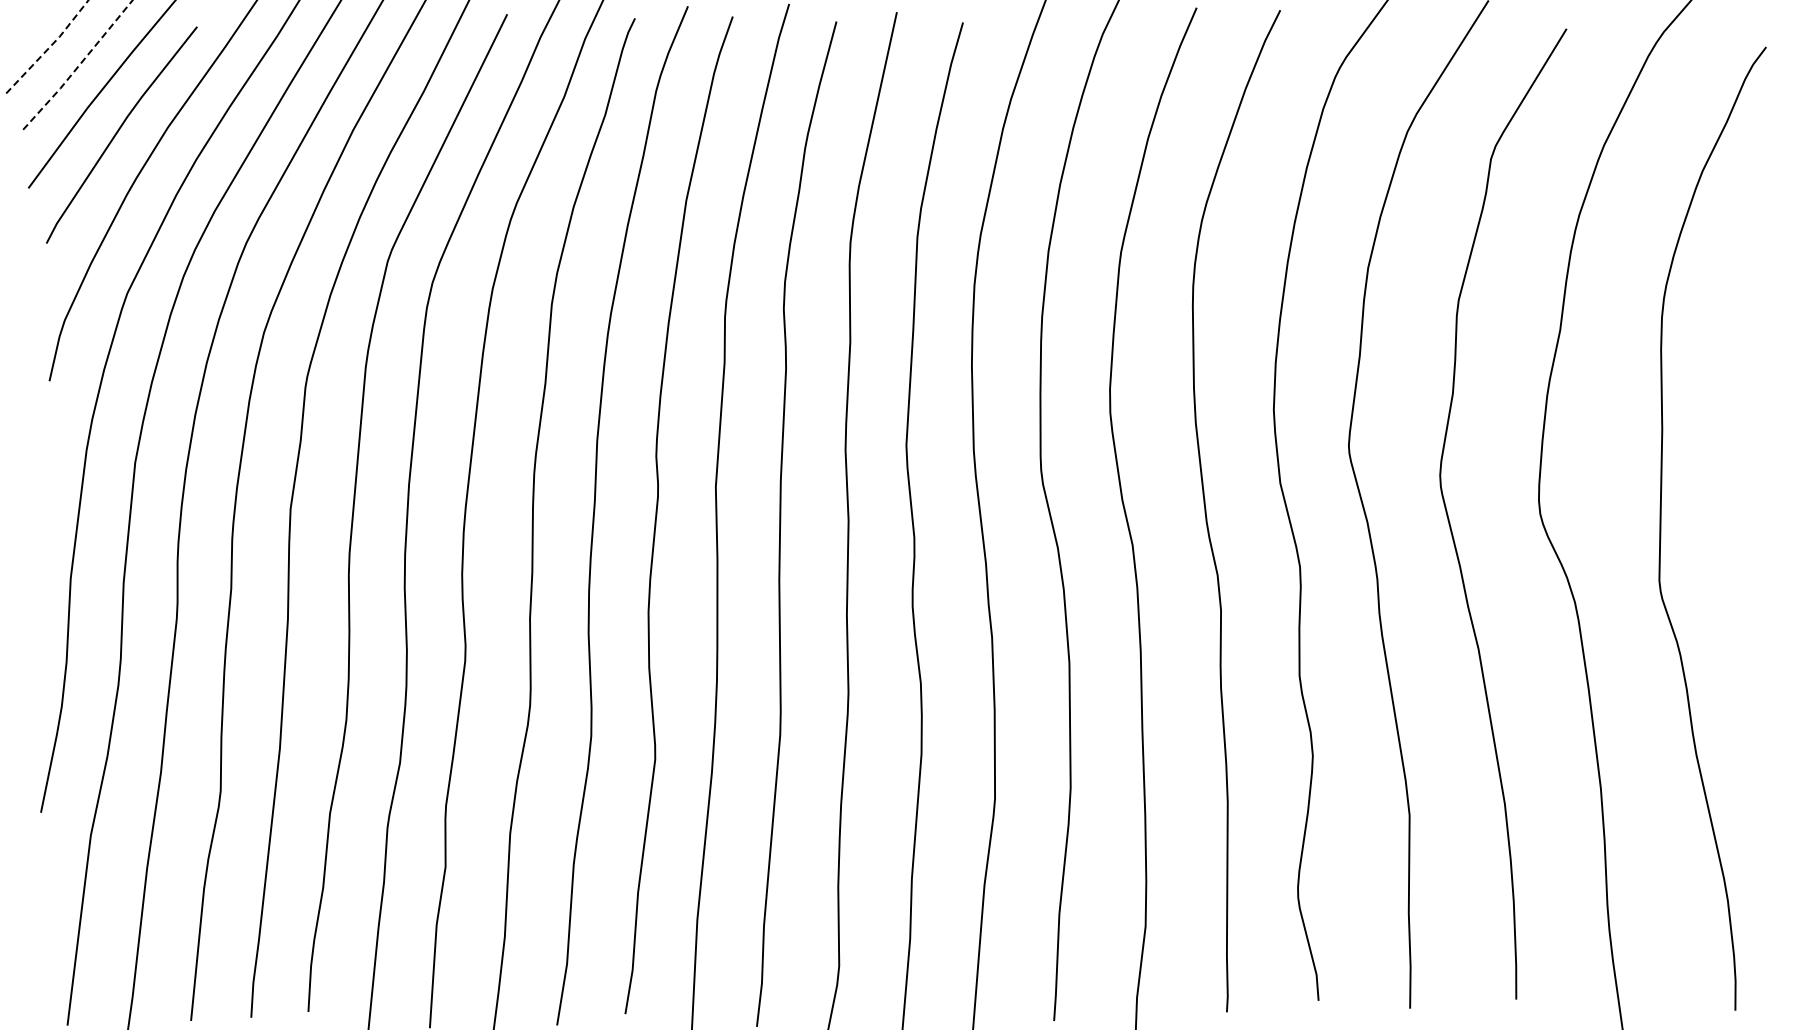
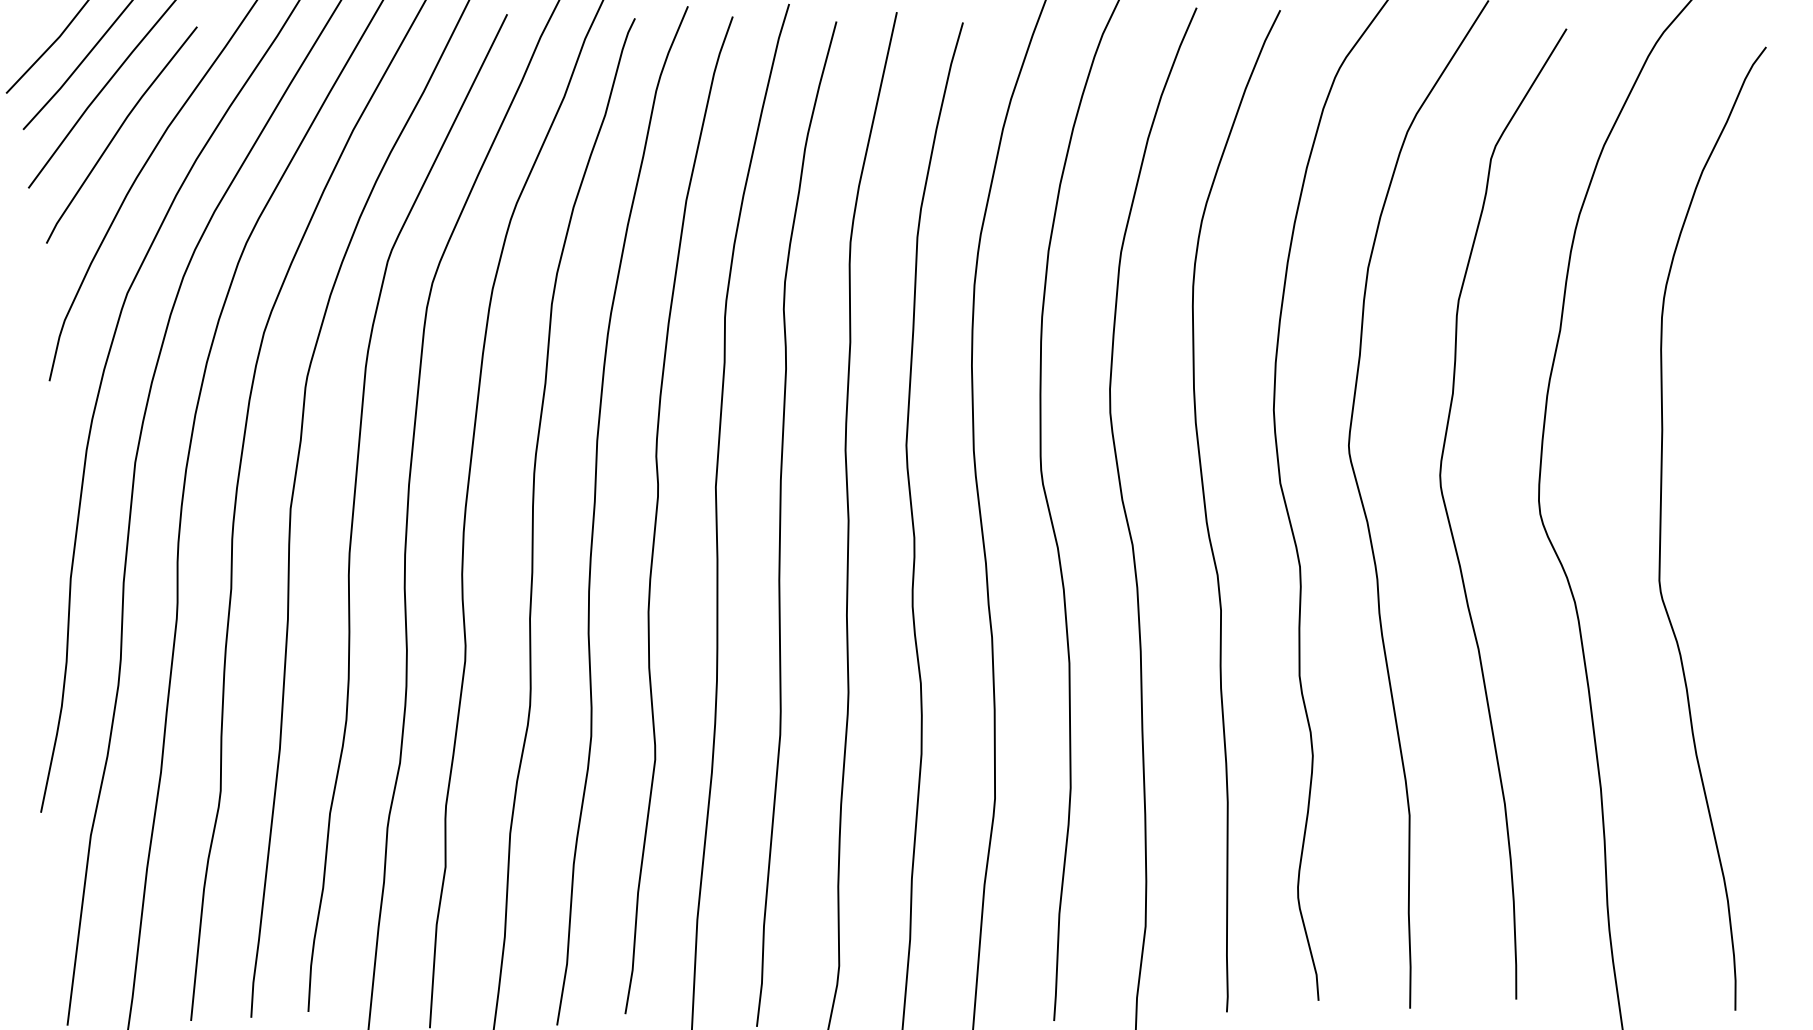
line at (48, 48): dashed -> solid
line at (78, 66): dashed -> solid
